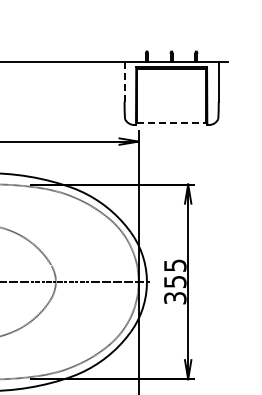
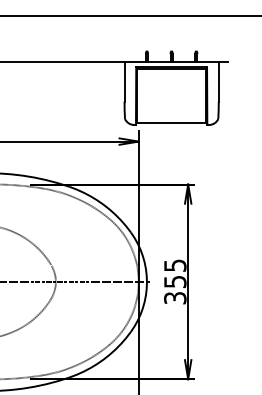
line at (130, 16): none -> present
line at (124, 82): dashed -> solid
line at (172, 123): dashed -> solid
